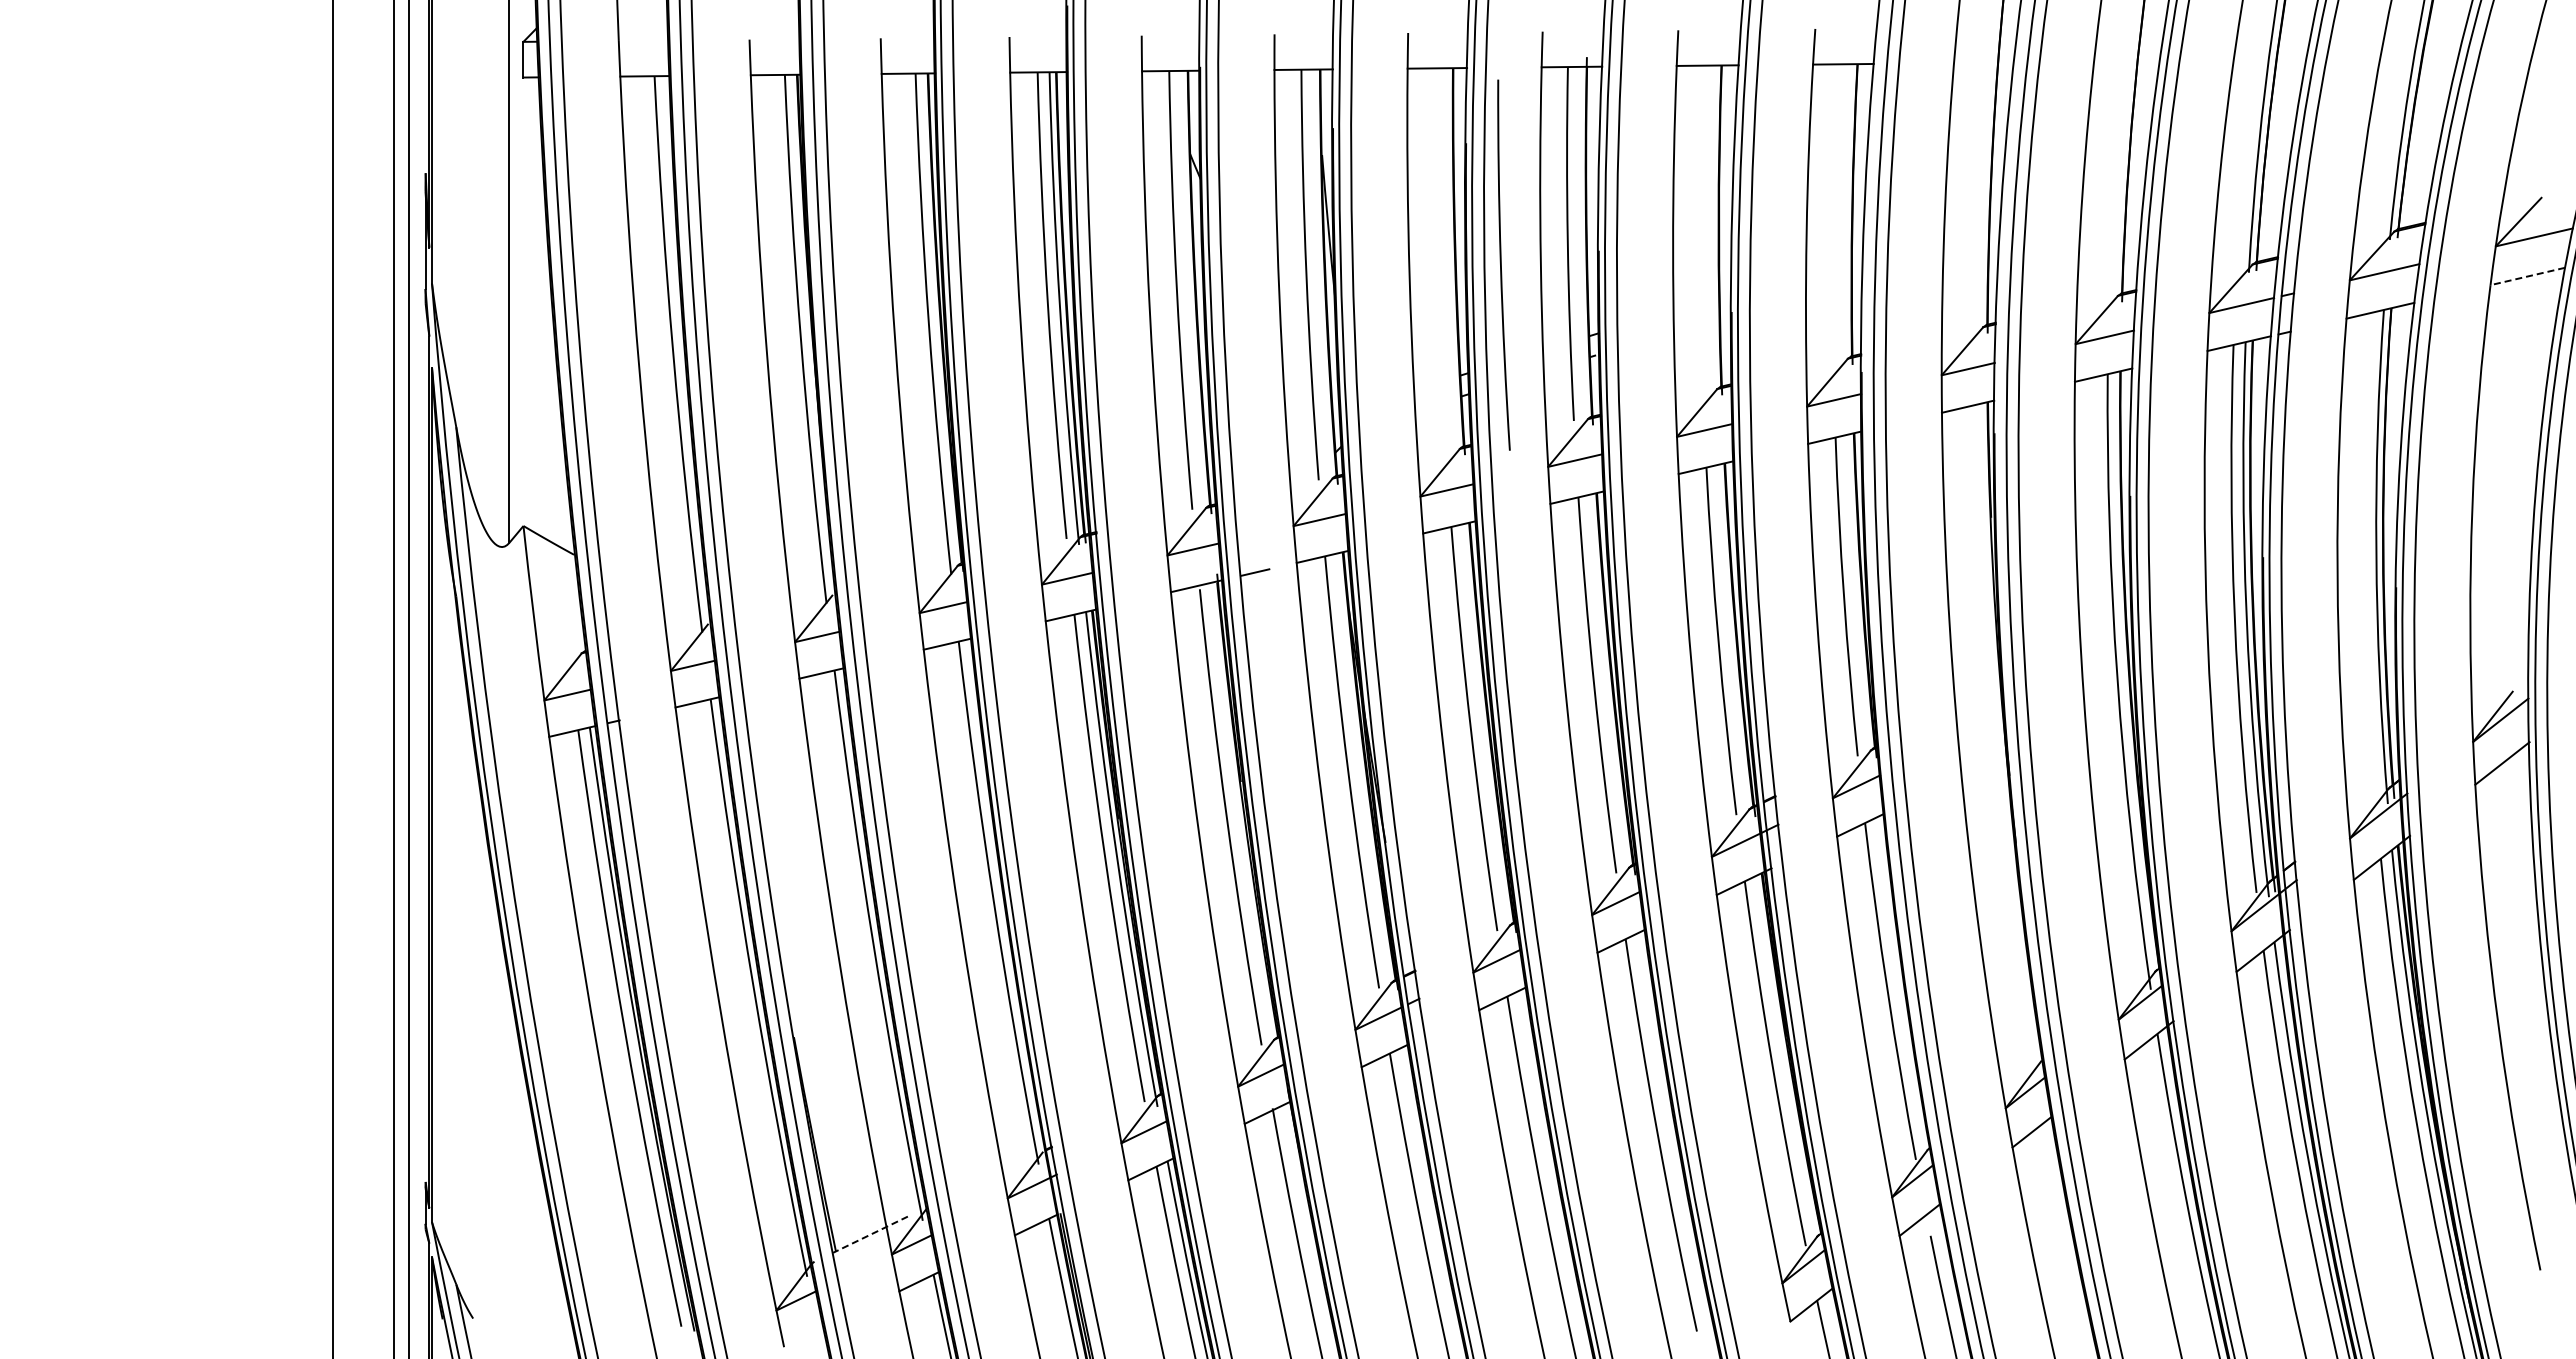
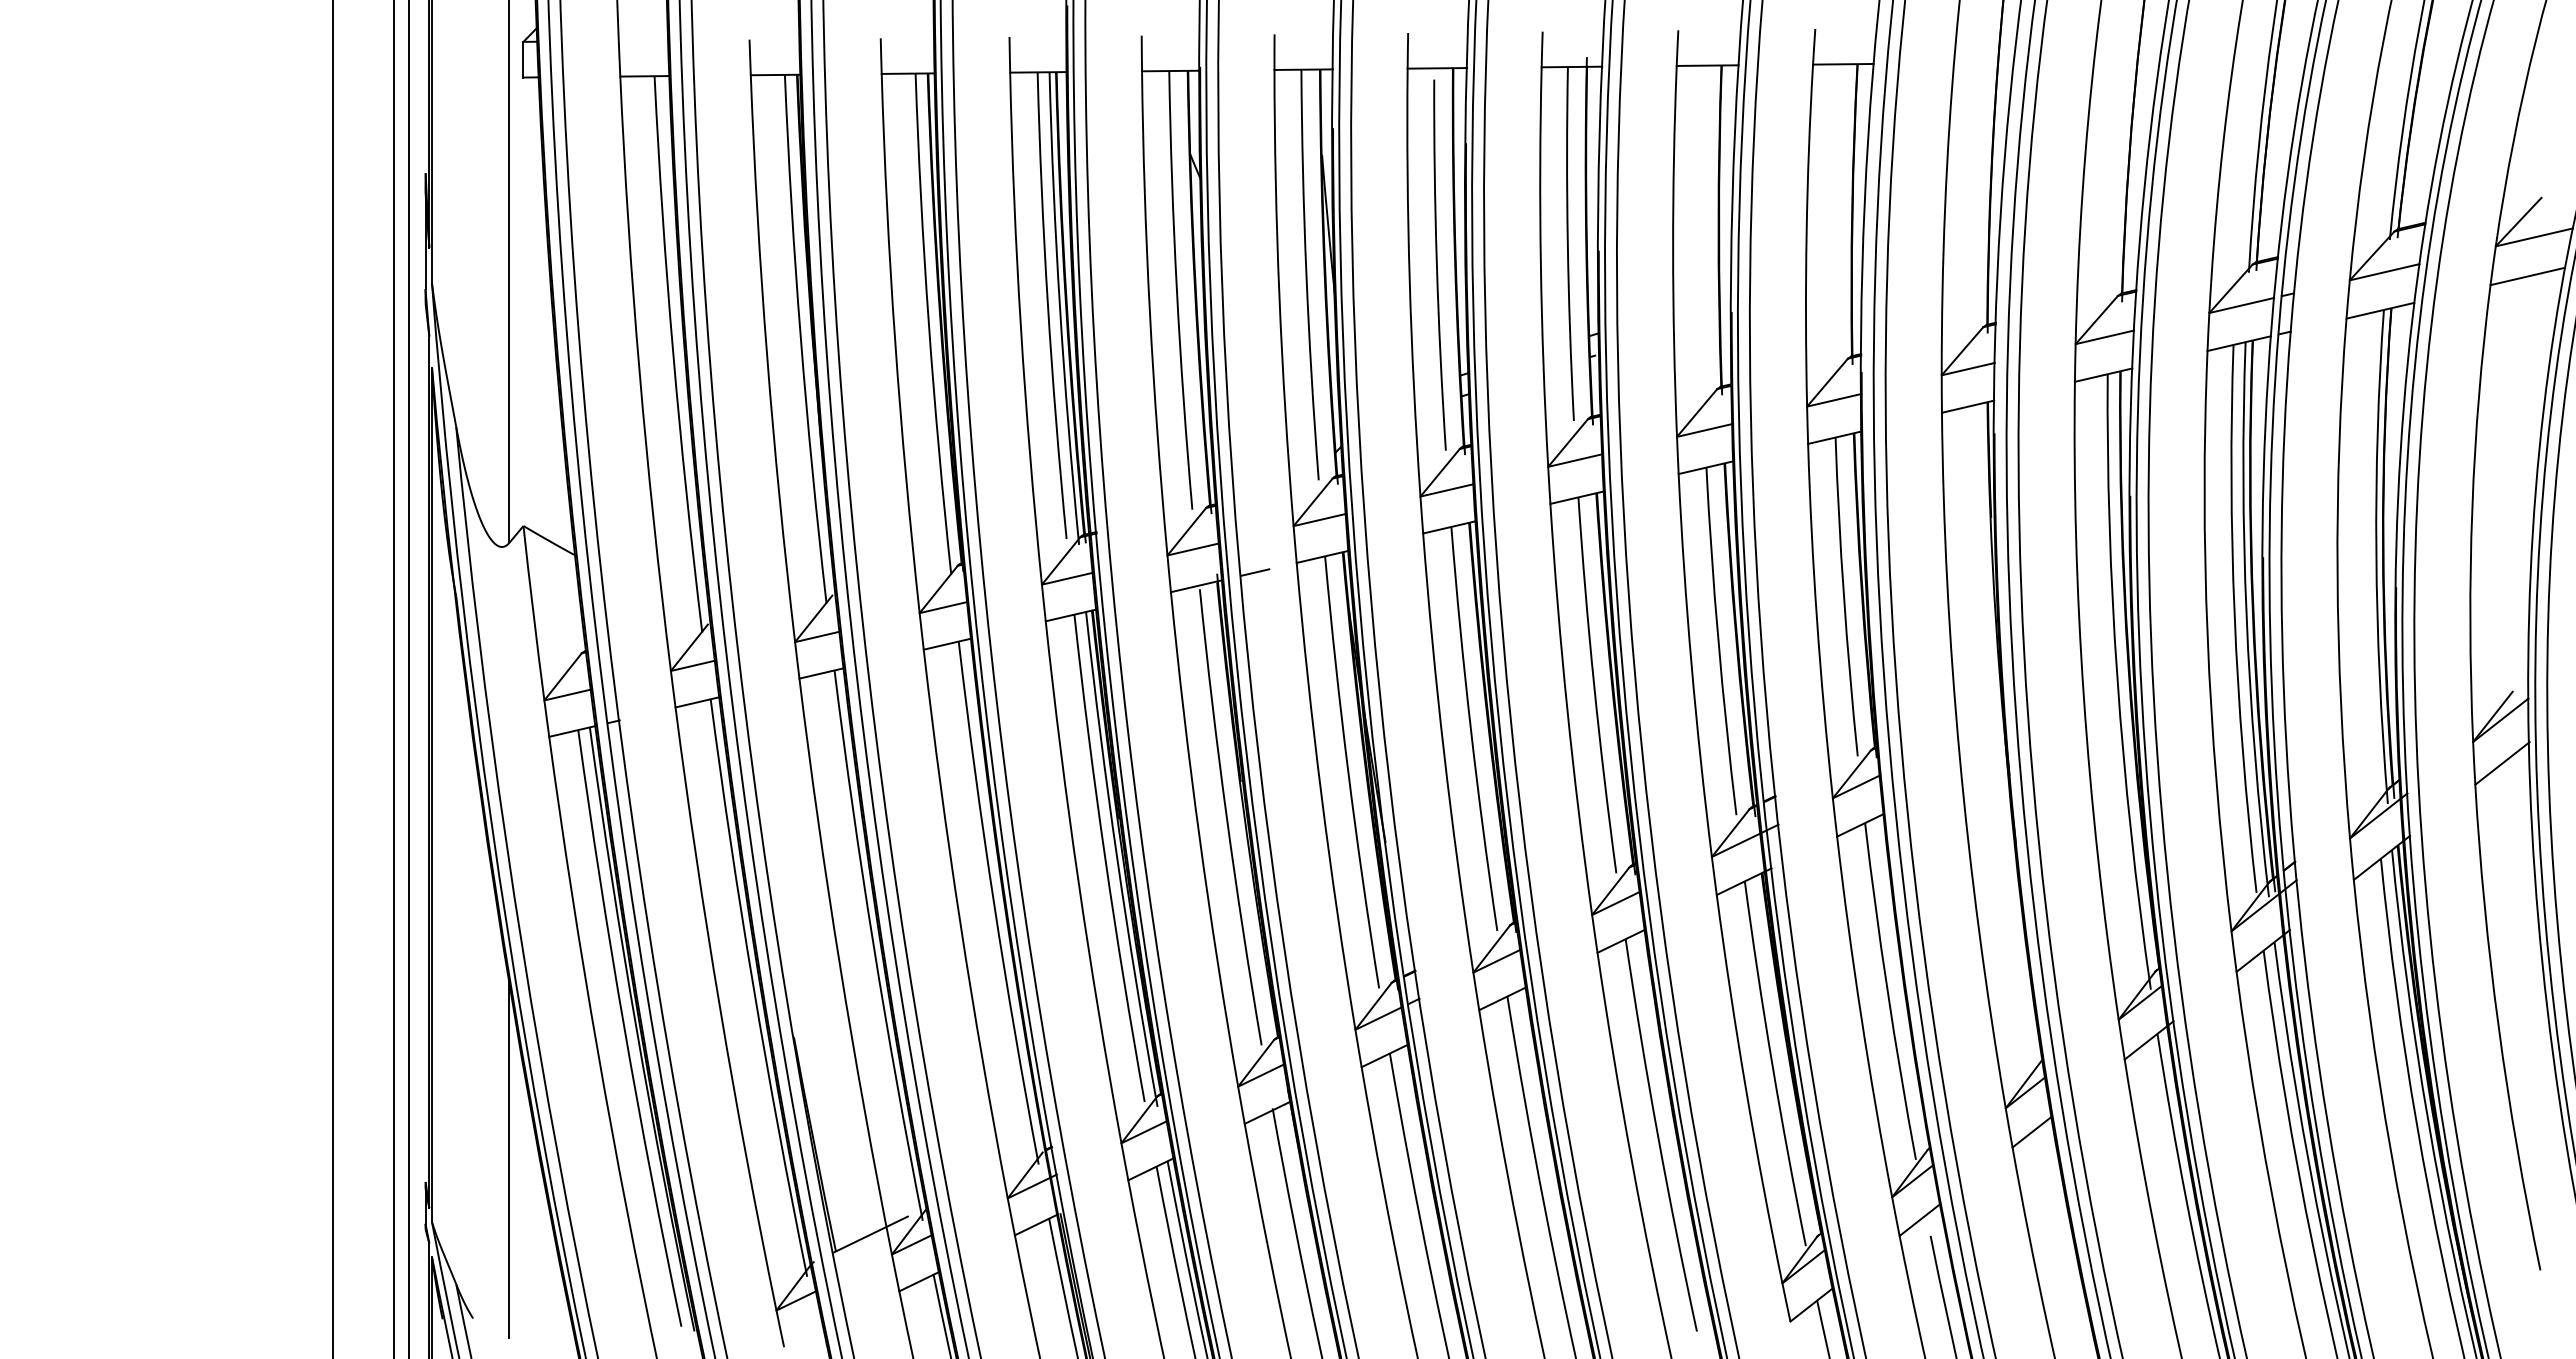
curve at (1501, 264) position: (1501, 264) -> (1437, 264)
line at (2527, 276): dashed -> solid
line at (509, 1159): none -> present
line at (870, 1234): dashed -> solid
